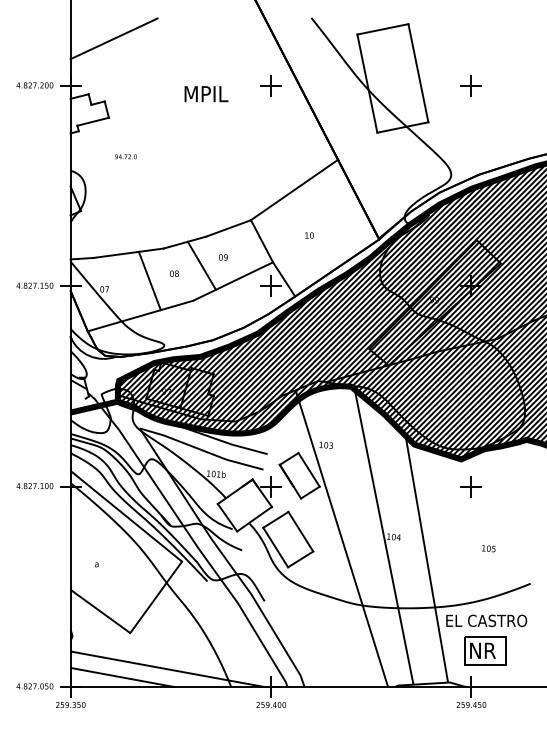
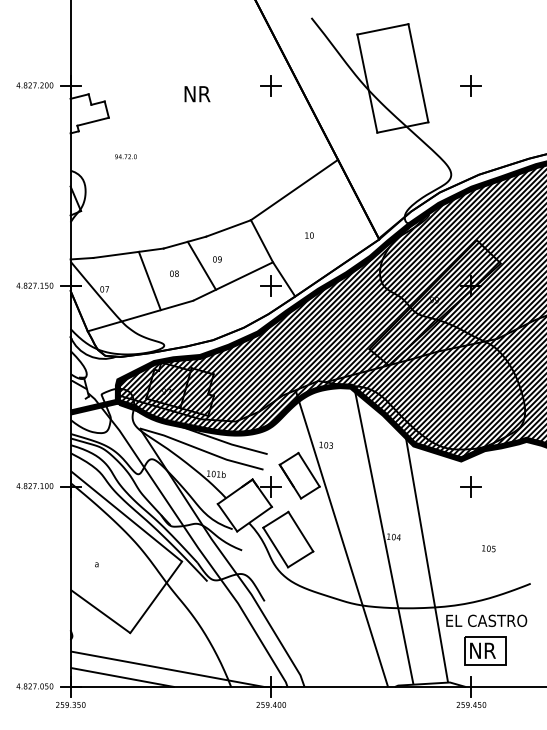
line at (113, 38): present -> none
text at (207, 94): MPIL -> NR
text at (223, 257) position: (223, 257) -> (217, 259)
